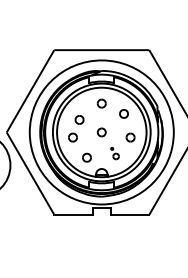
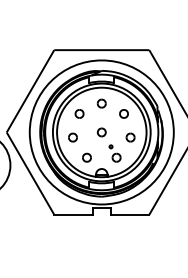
part at (79, 119) position: (79, 119) -> (79, 113)
part at (114, 153) size: 10x15 px -> 14x19 px
